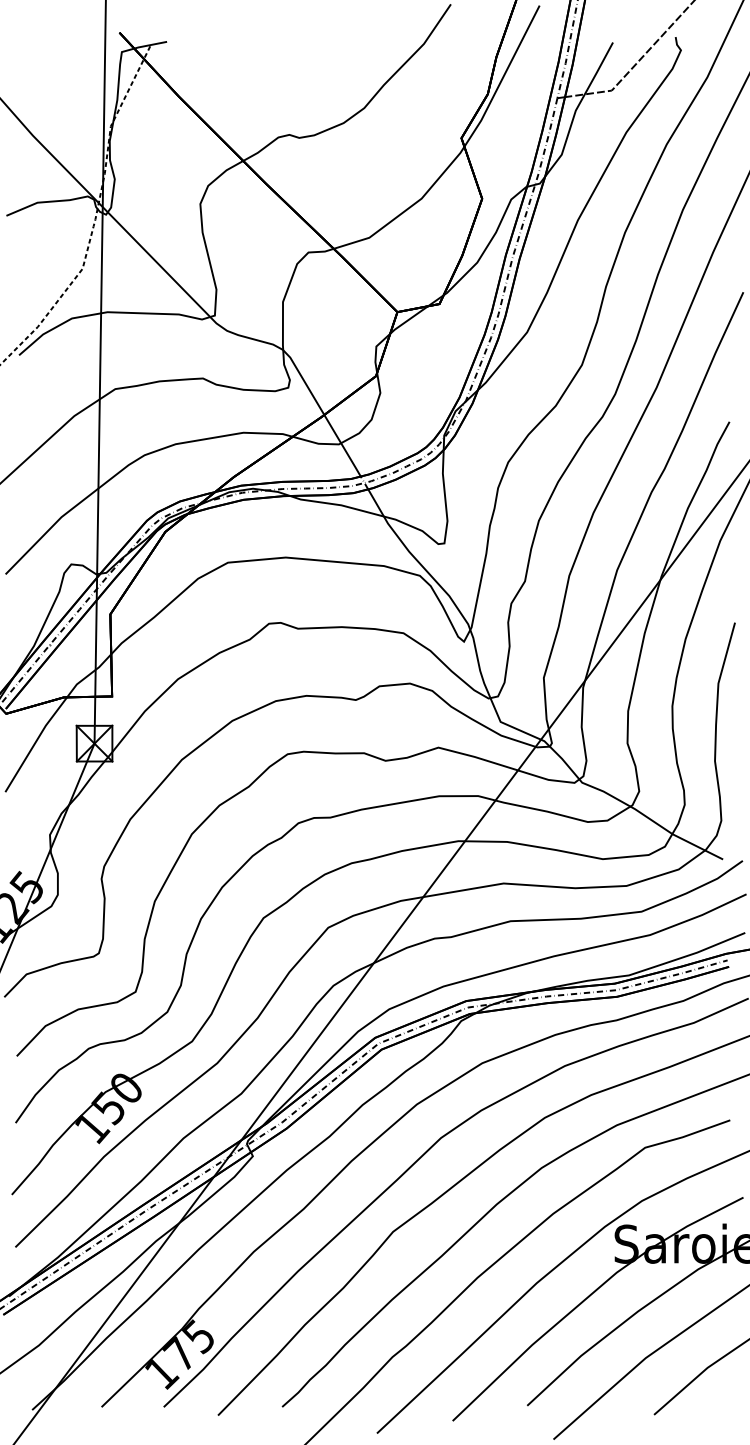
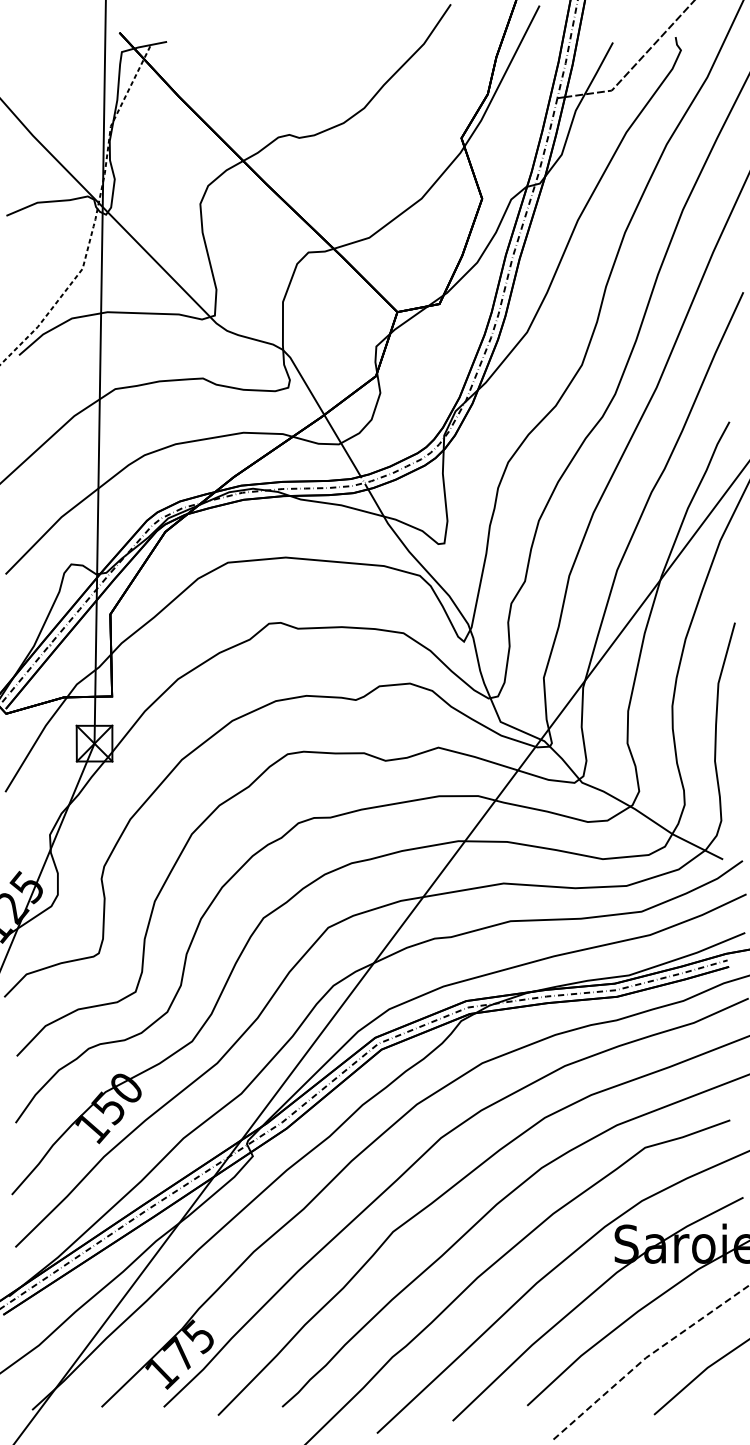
line at (645, 1358): solid -> dashed
